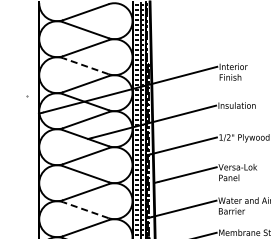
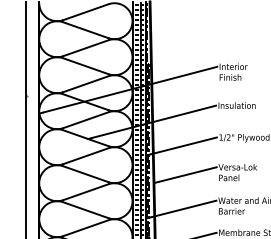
line at (85, 66): dashed -> solid
line at (25, 118): none -> present
line at (85, 210): dashed -> solid
